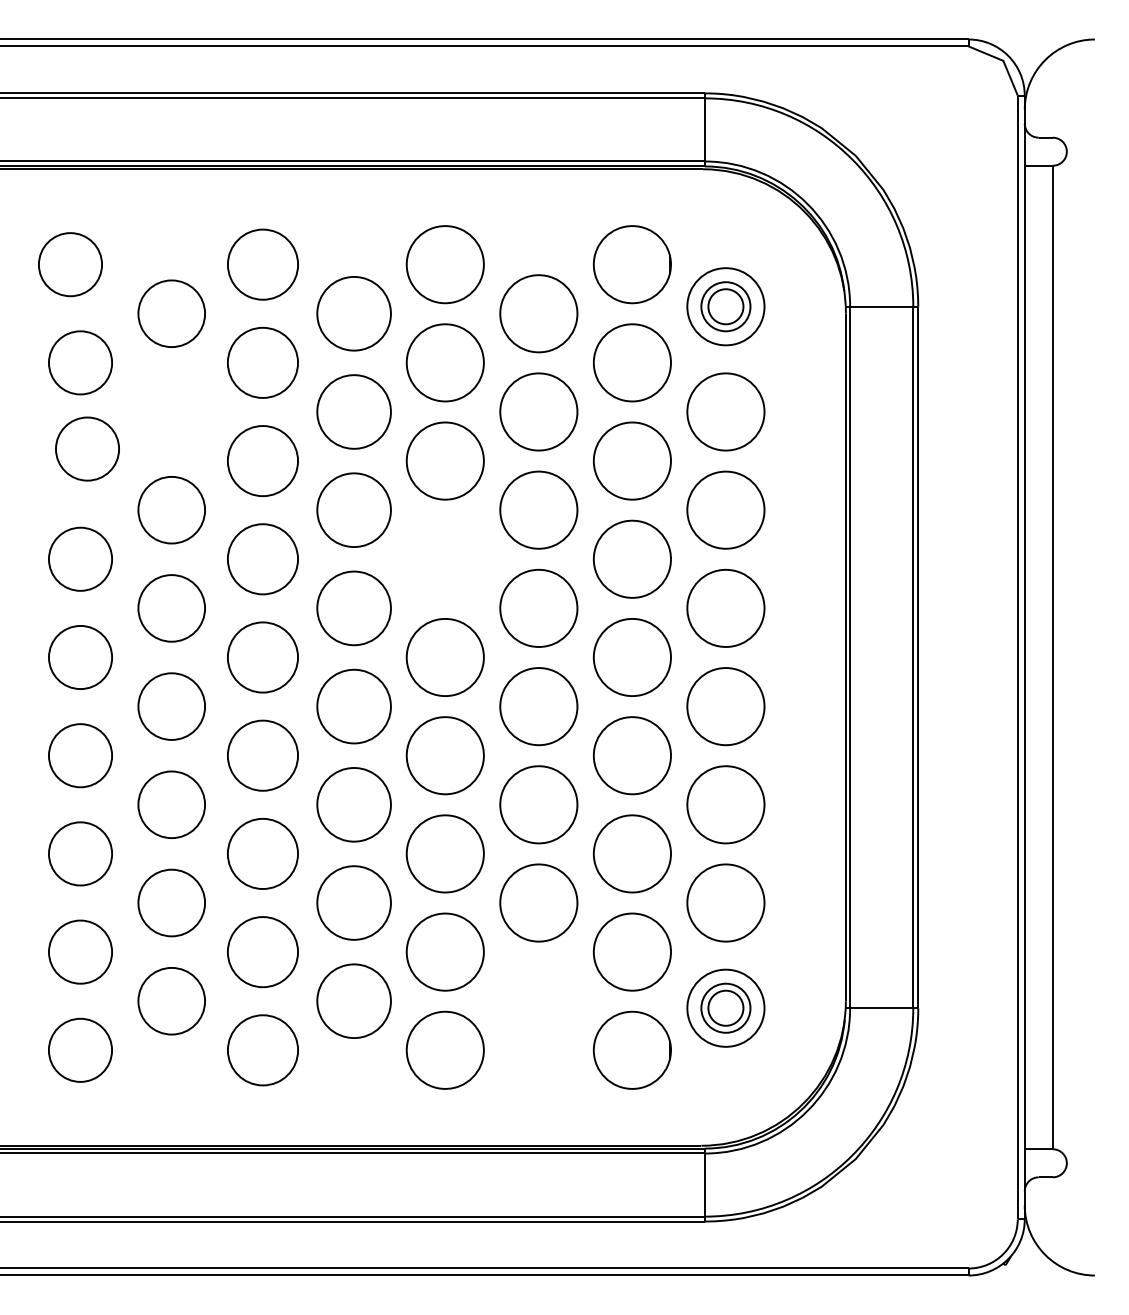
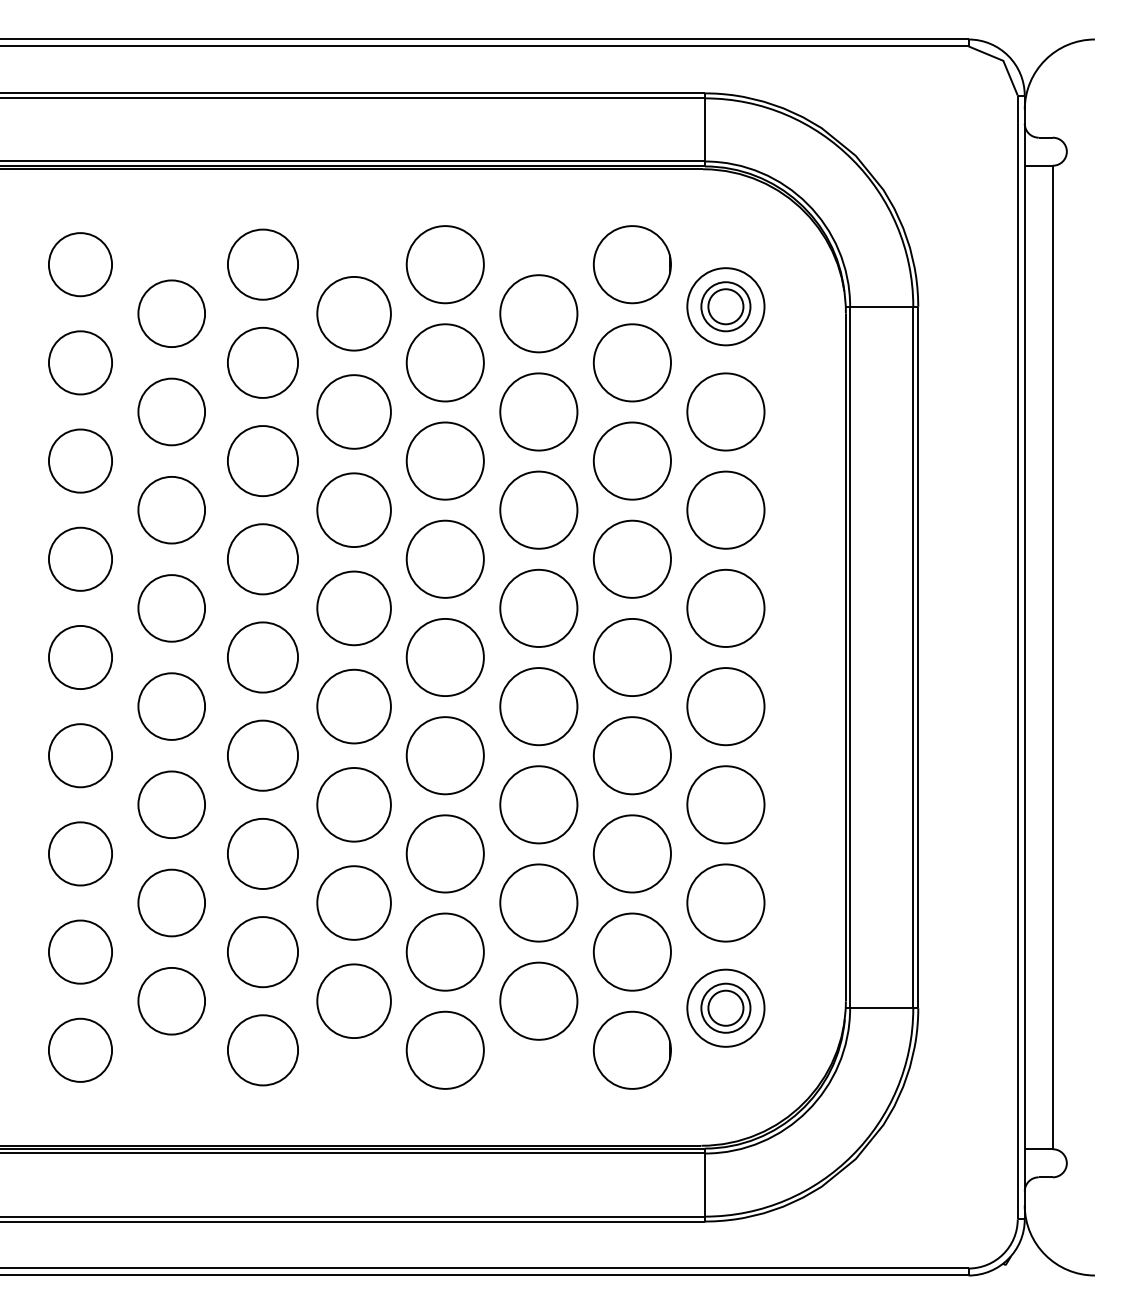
curve at (68, 234) position: (68, 234) -> (78, 234)
curve at (159, 382): none -> present
curve at (81, 419) position: (81, 419) -> (74, 431)
curve at (424, 528): none -> present
curve at (519, 969): none -> present
